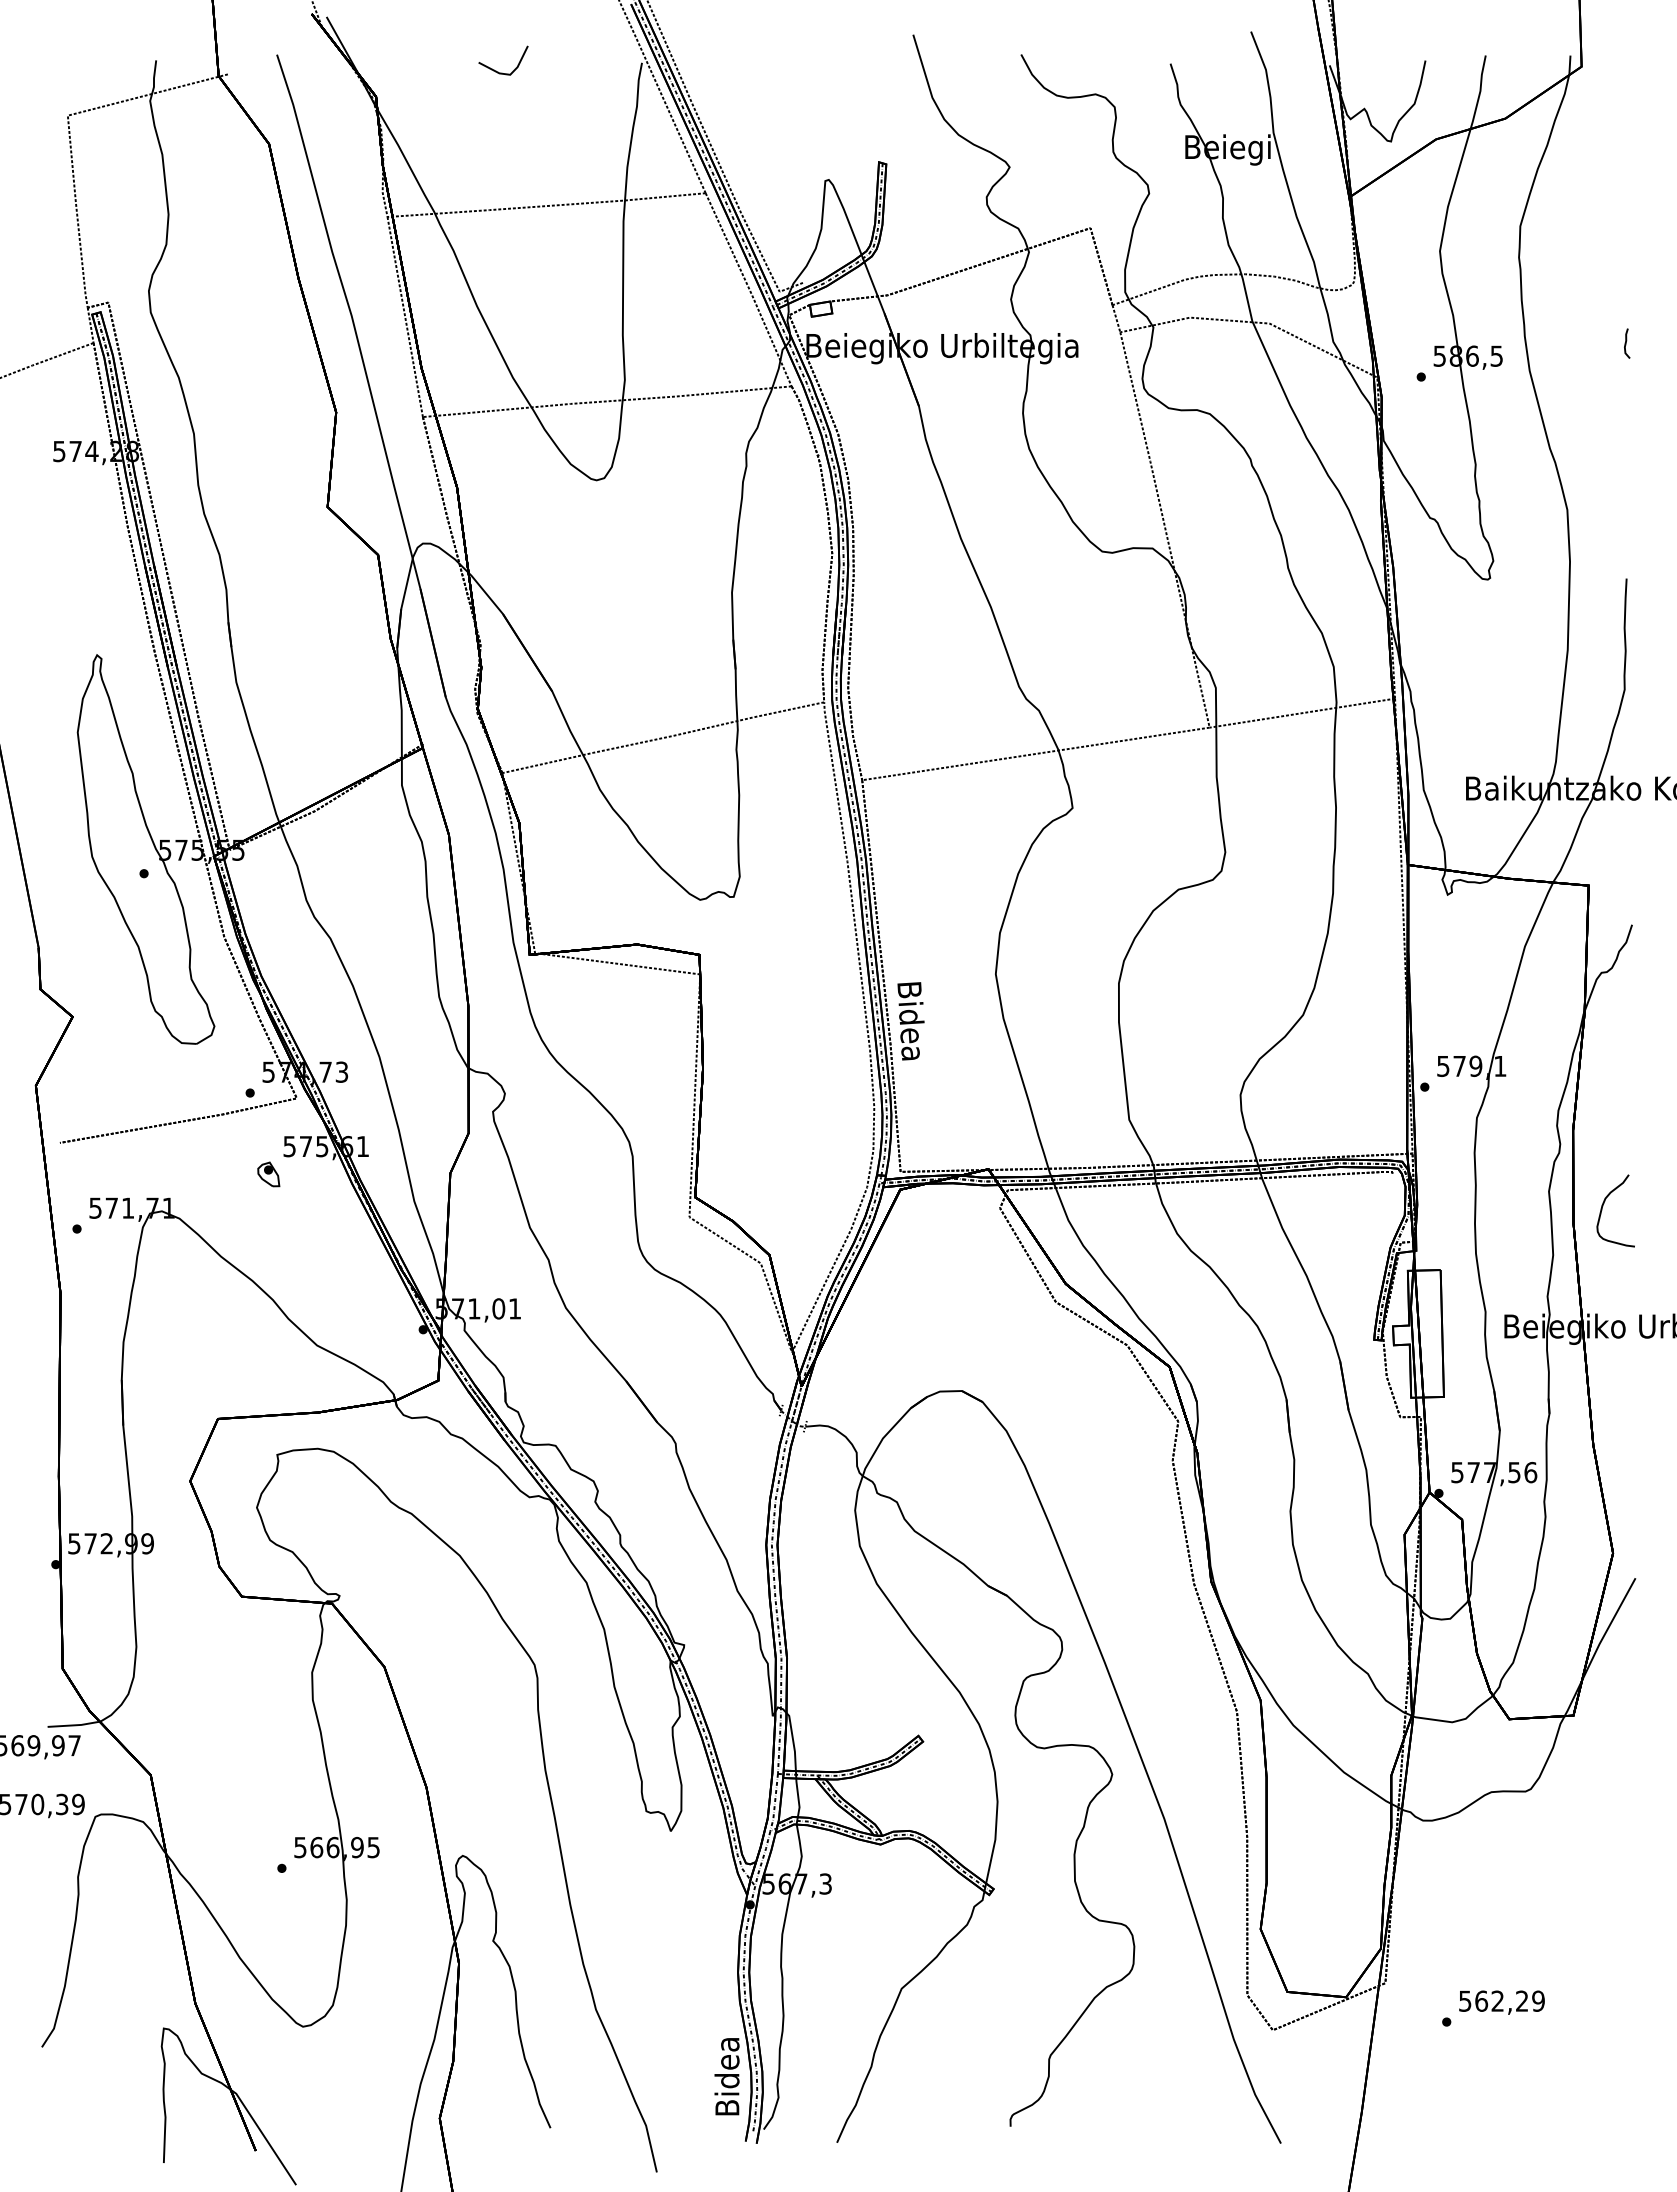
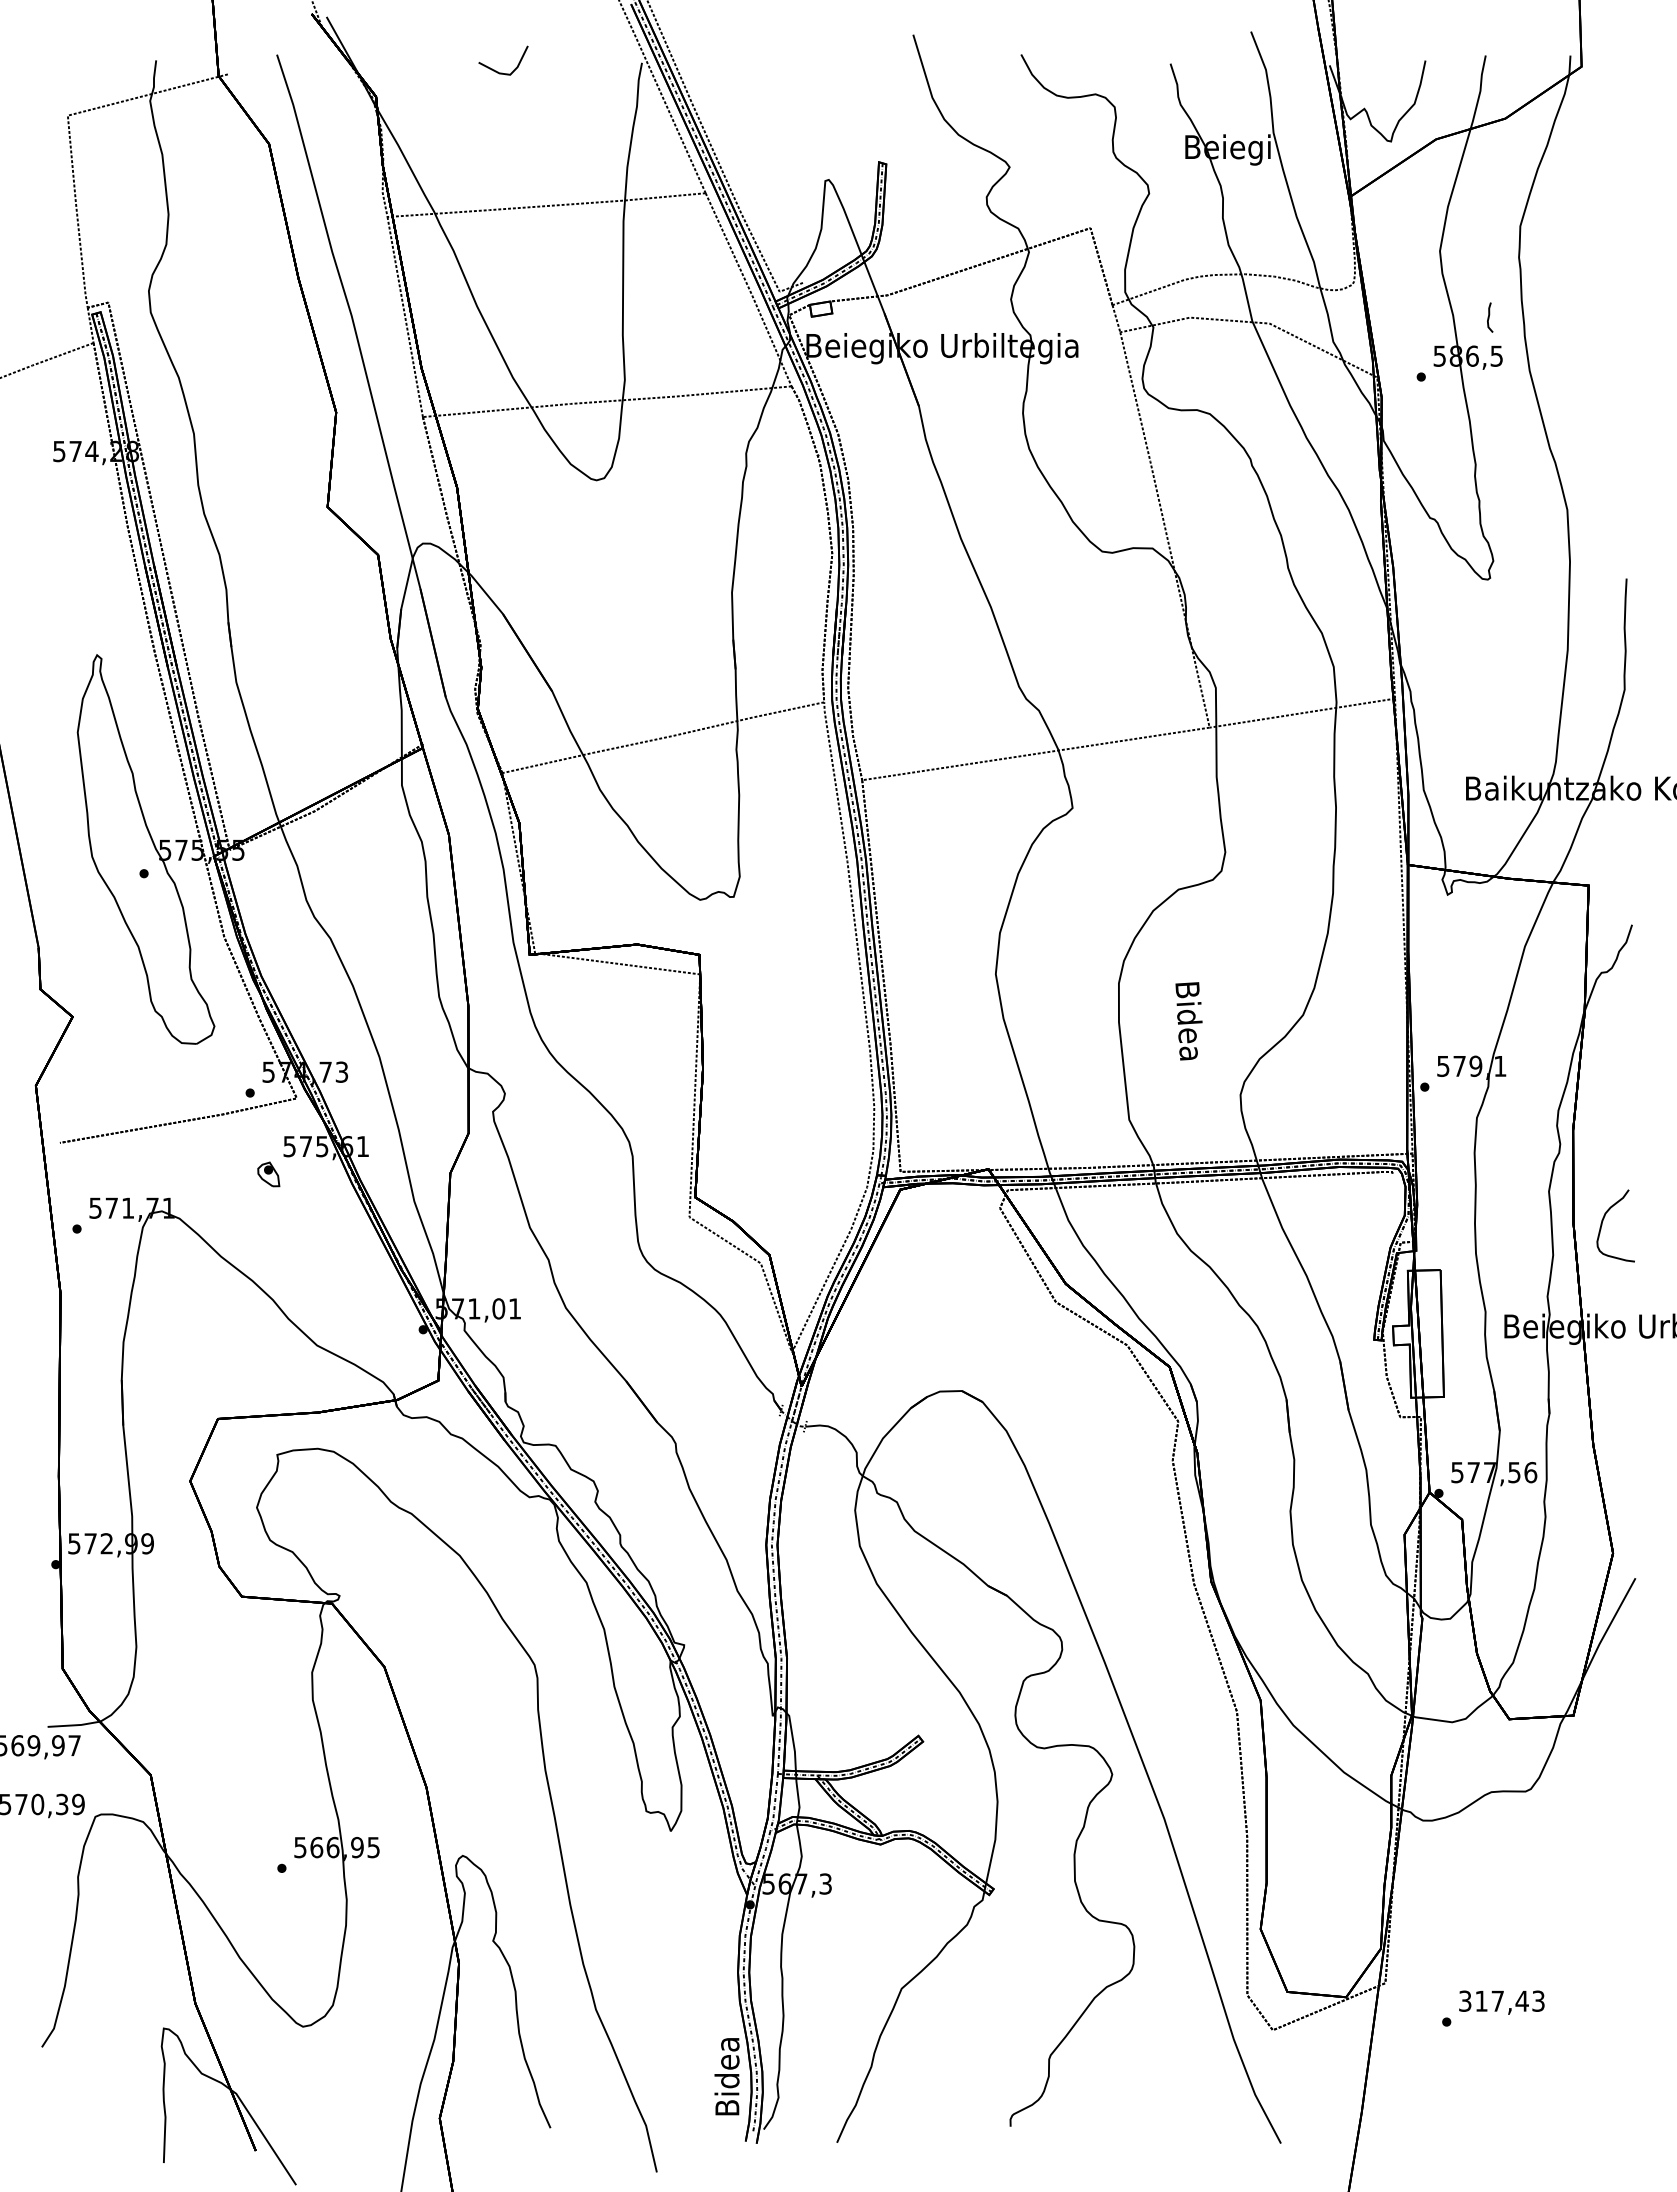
curve at (1626, 343) position: (1626, 343) -> (1489, 317)
text at (910, 1021) position: (910, 1021) -> (1188, 1021)
curve at (1603, 1206) position: (1603, 1206) -> (1603, 1221)
text at (1501, 2000): 562,29 -> 317,43
